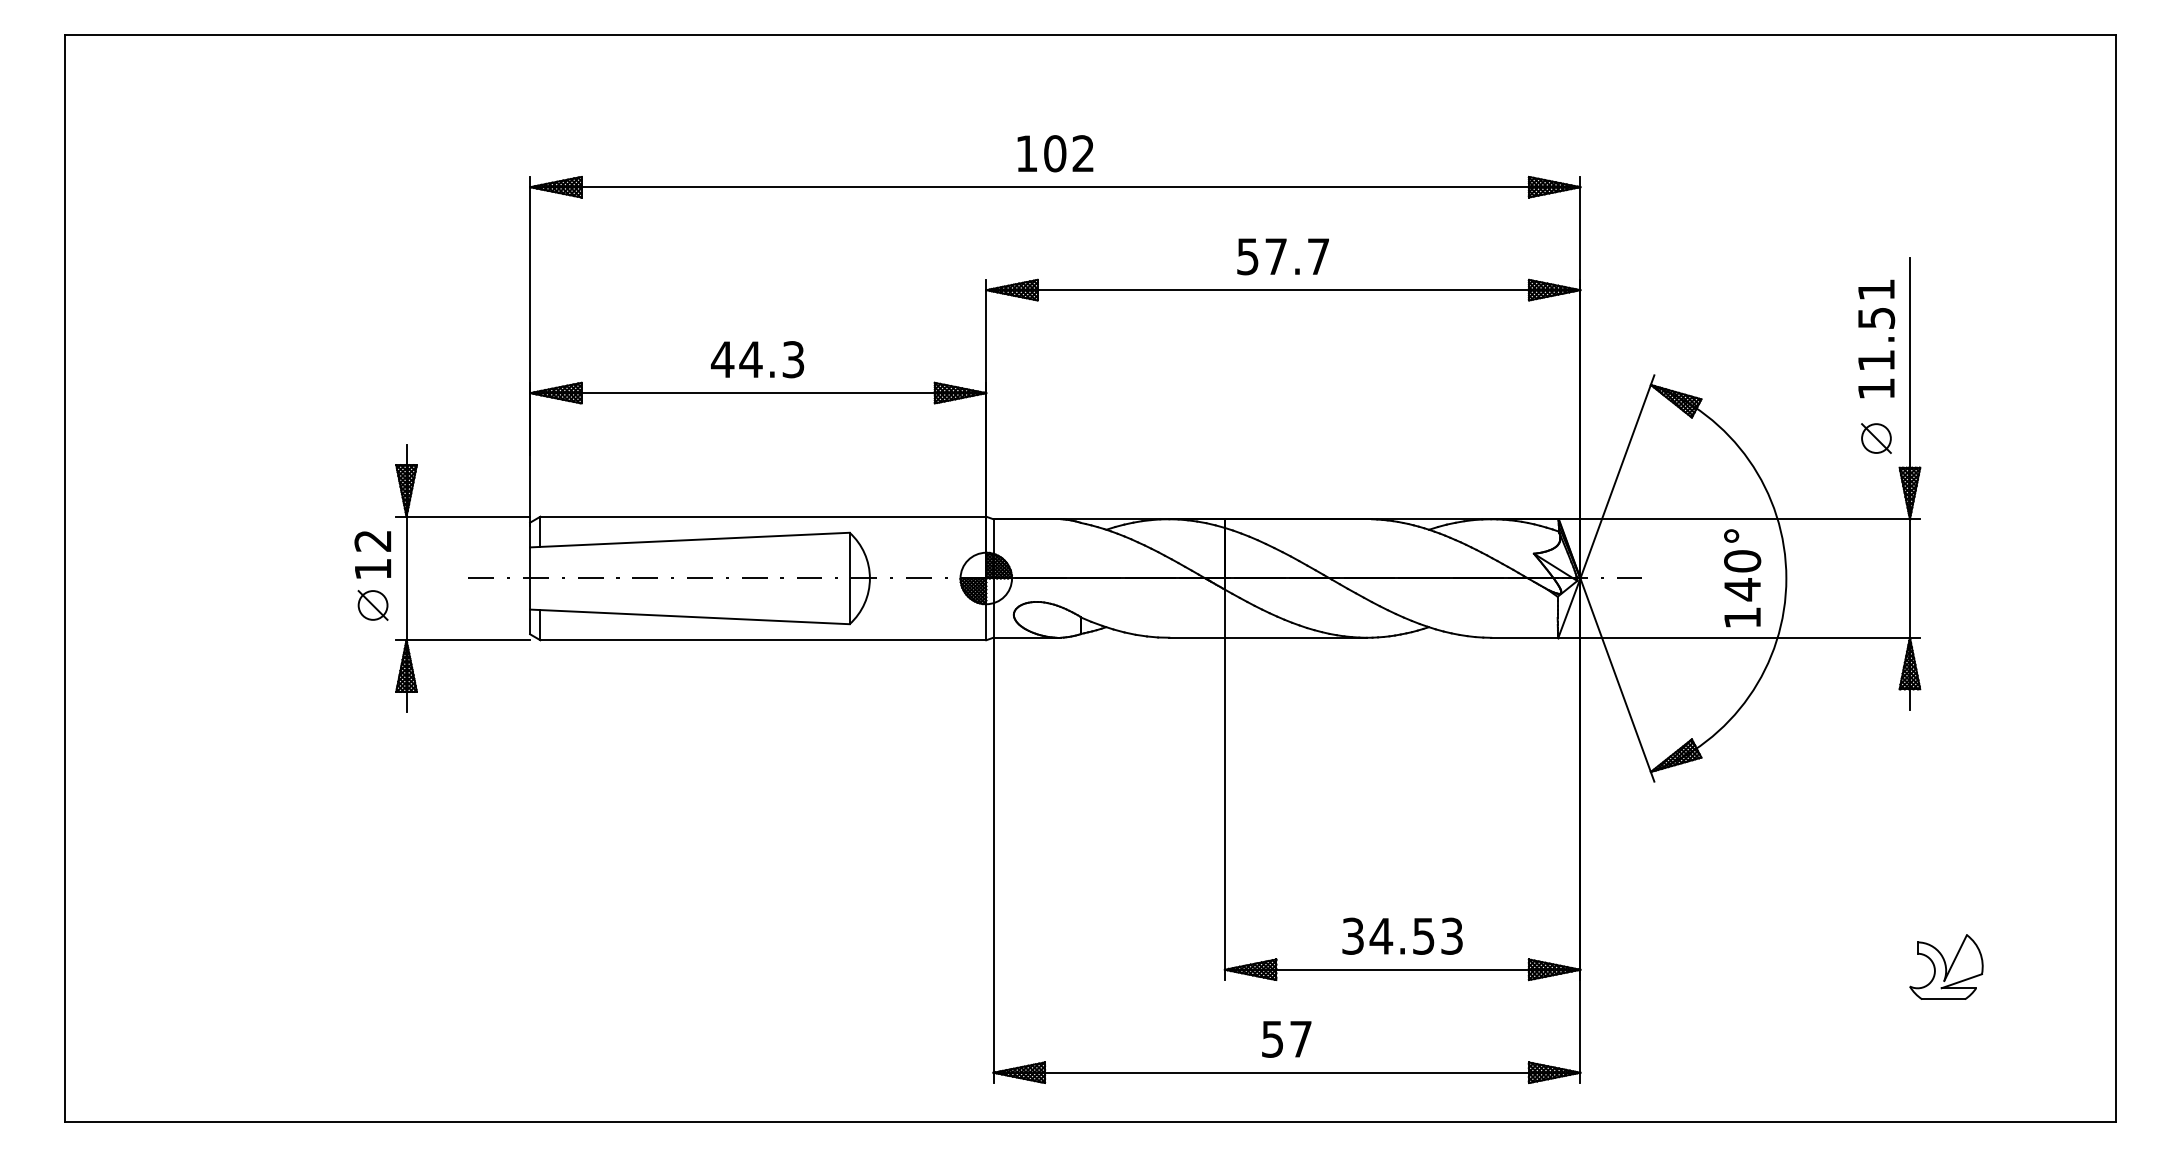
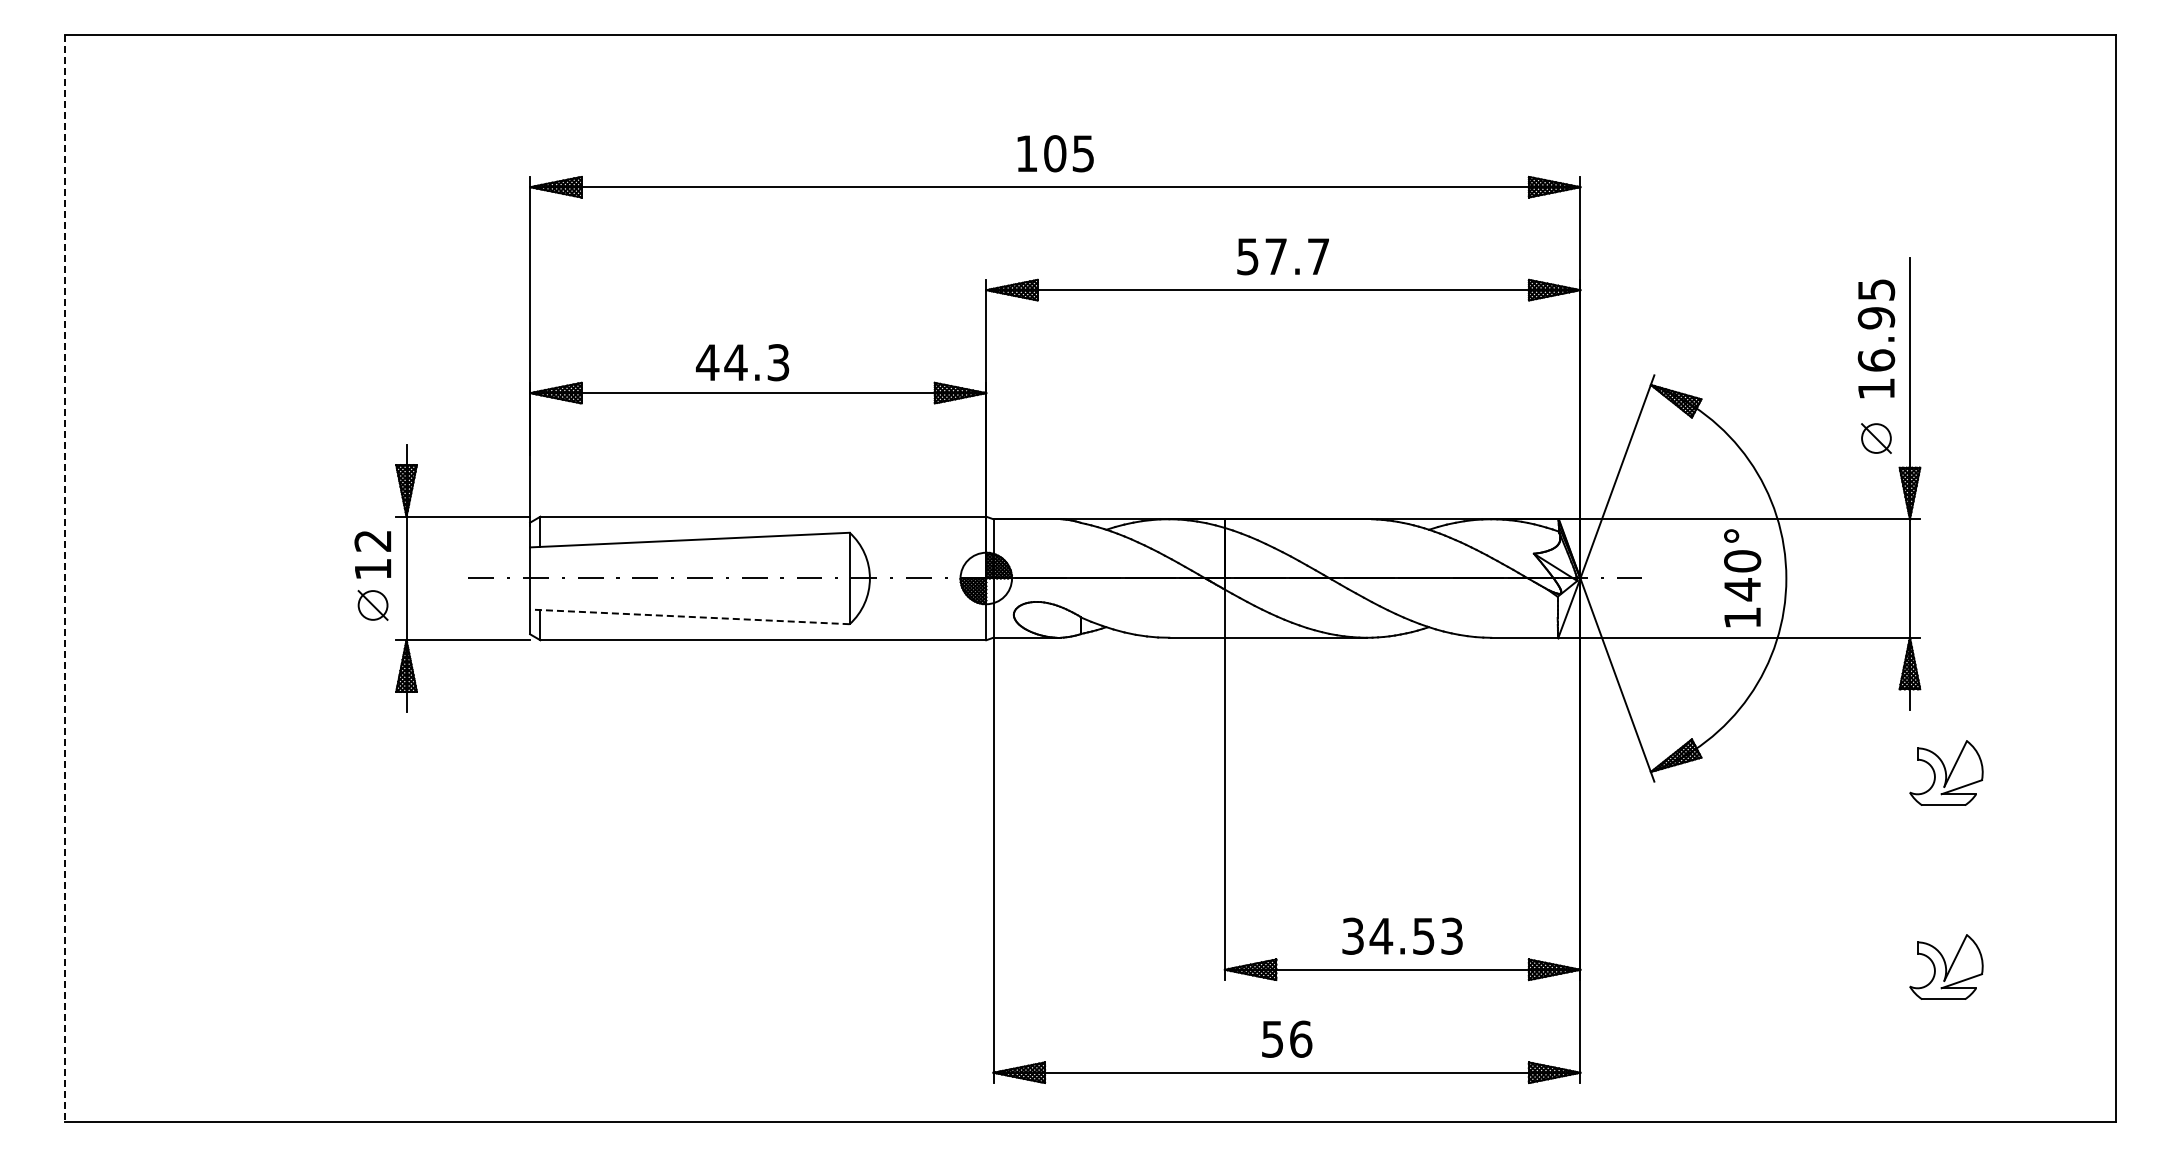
text at (1082, 153): 102 -> 105
text at (1876, 325): 11.51 -> 16.95
text at (757, 359) position: (757, 359) -> (742, 362)
line at (65, 578): solid -> dashed
line at (689, 616): solid -> dashed
part at (1946, 772): none -> present
text at (1301, 1038): 57 -> 56
